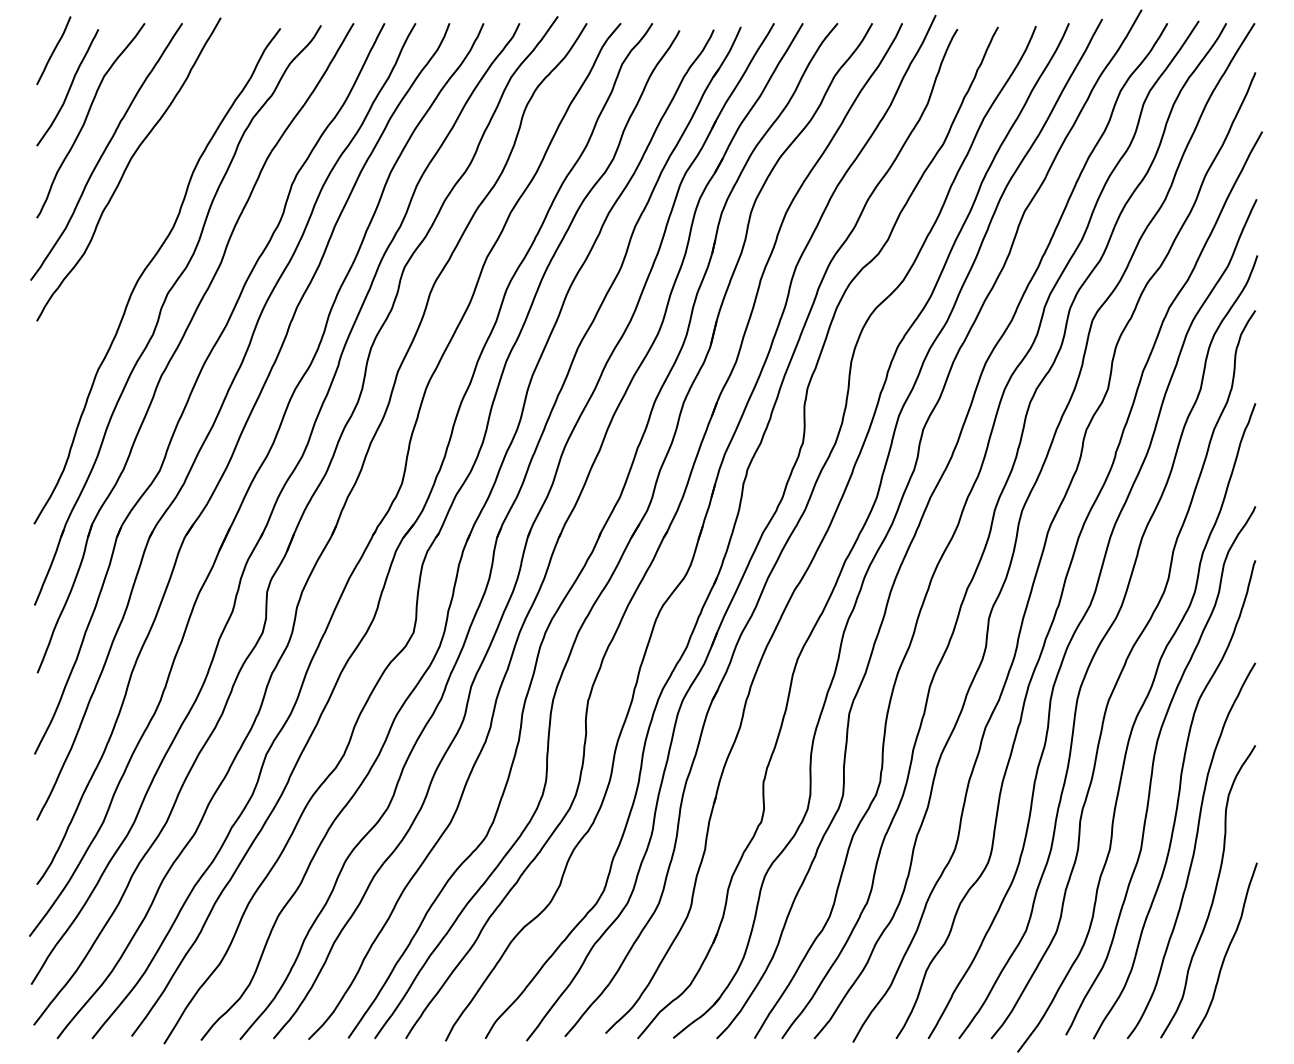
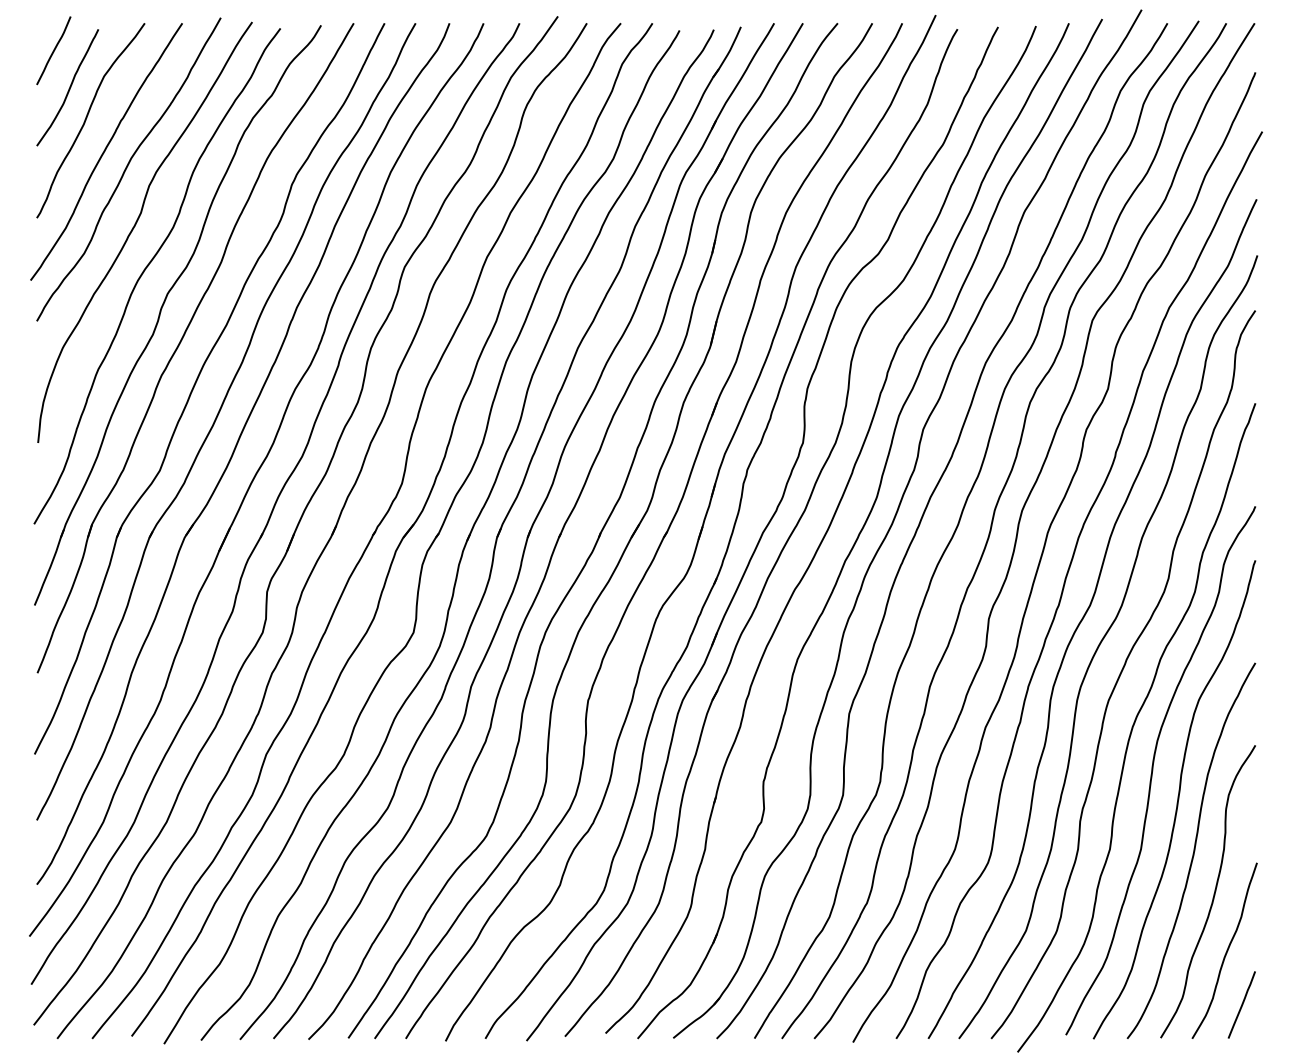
curve at (135, 226): none -> present
line at (1241, 1004): none -> present
